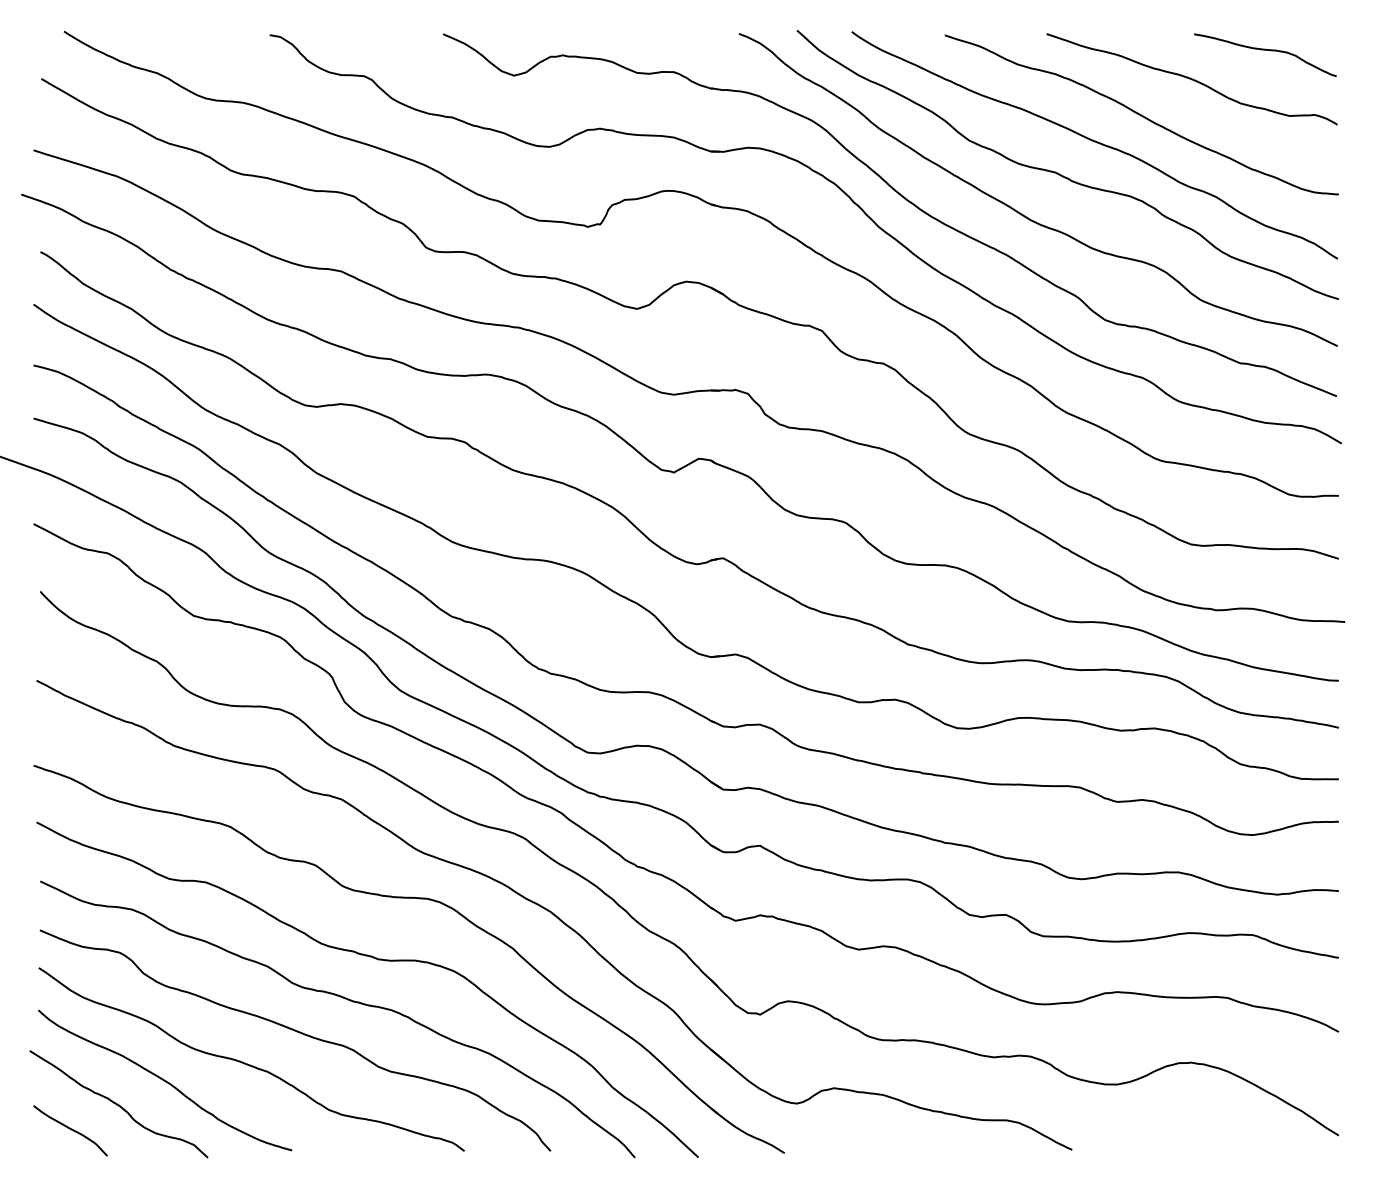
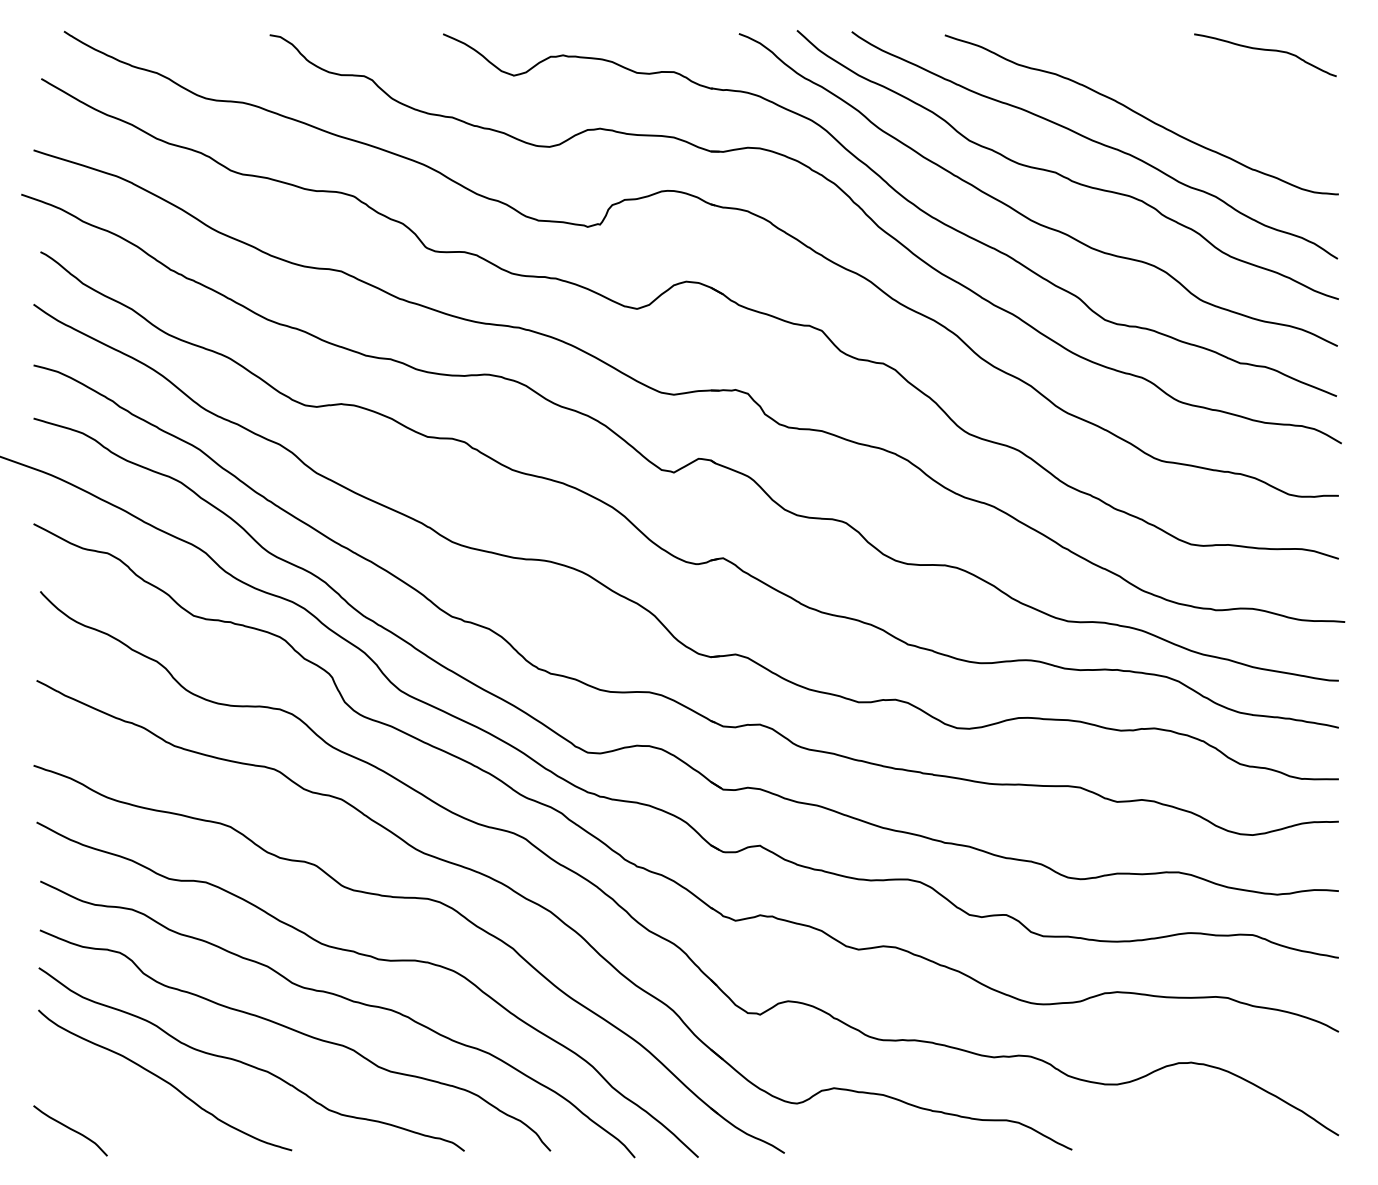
curve at (1191, 79): present -> none
curve at (118, 1104): present -> none
